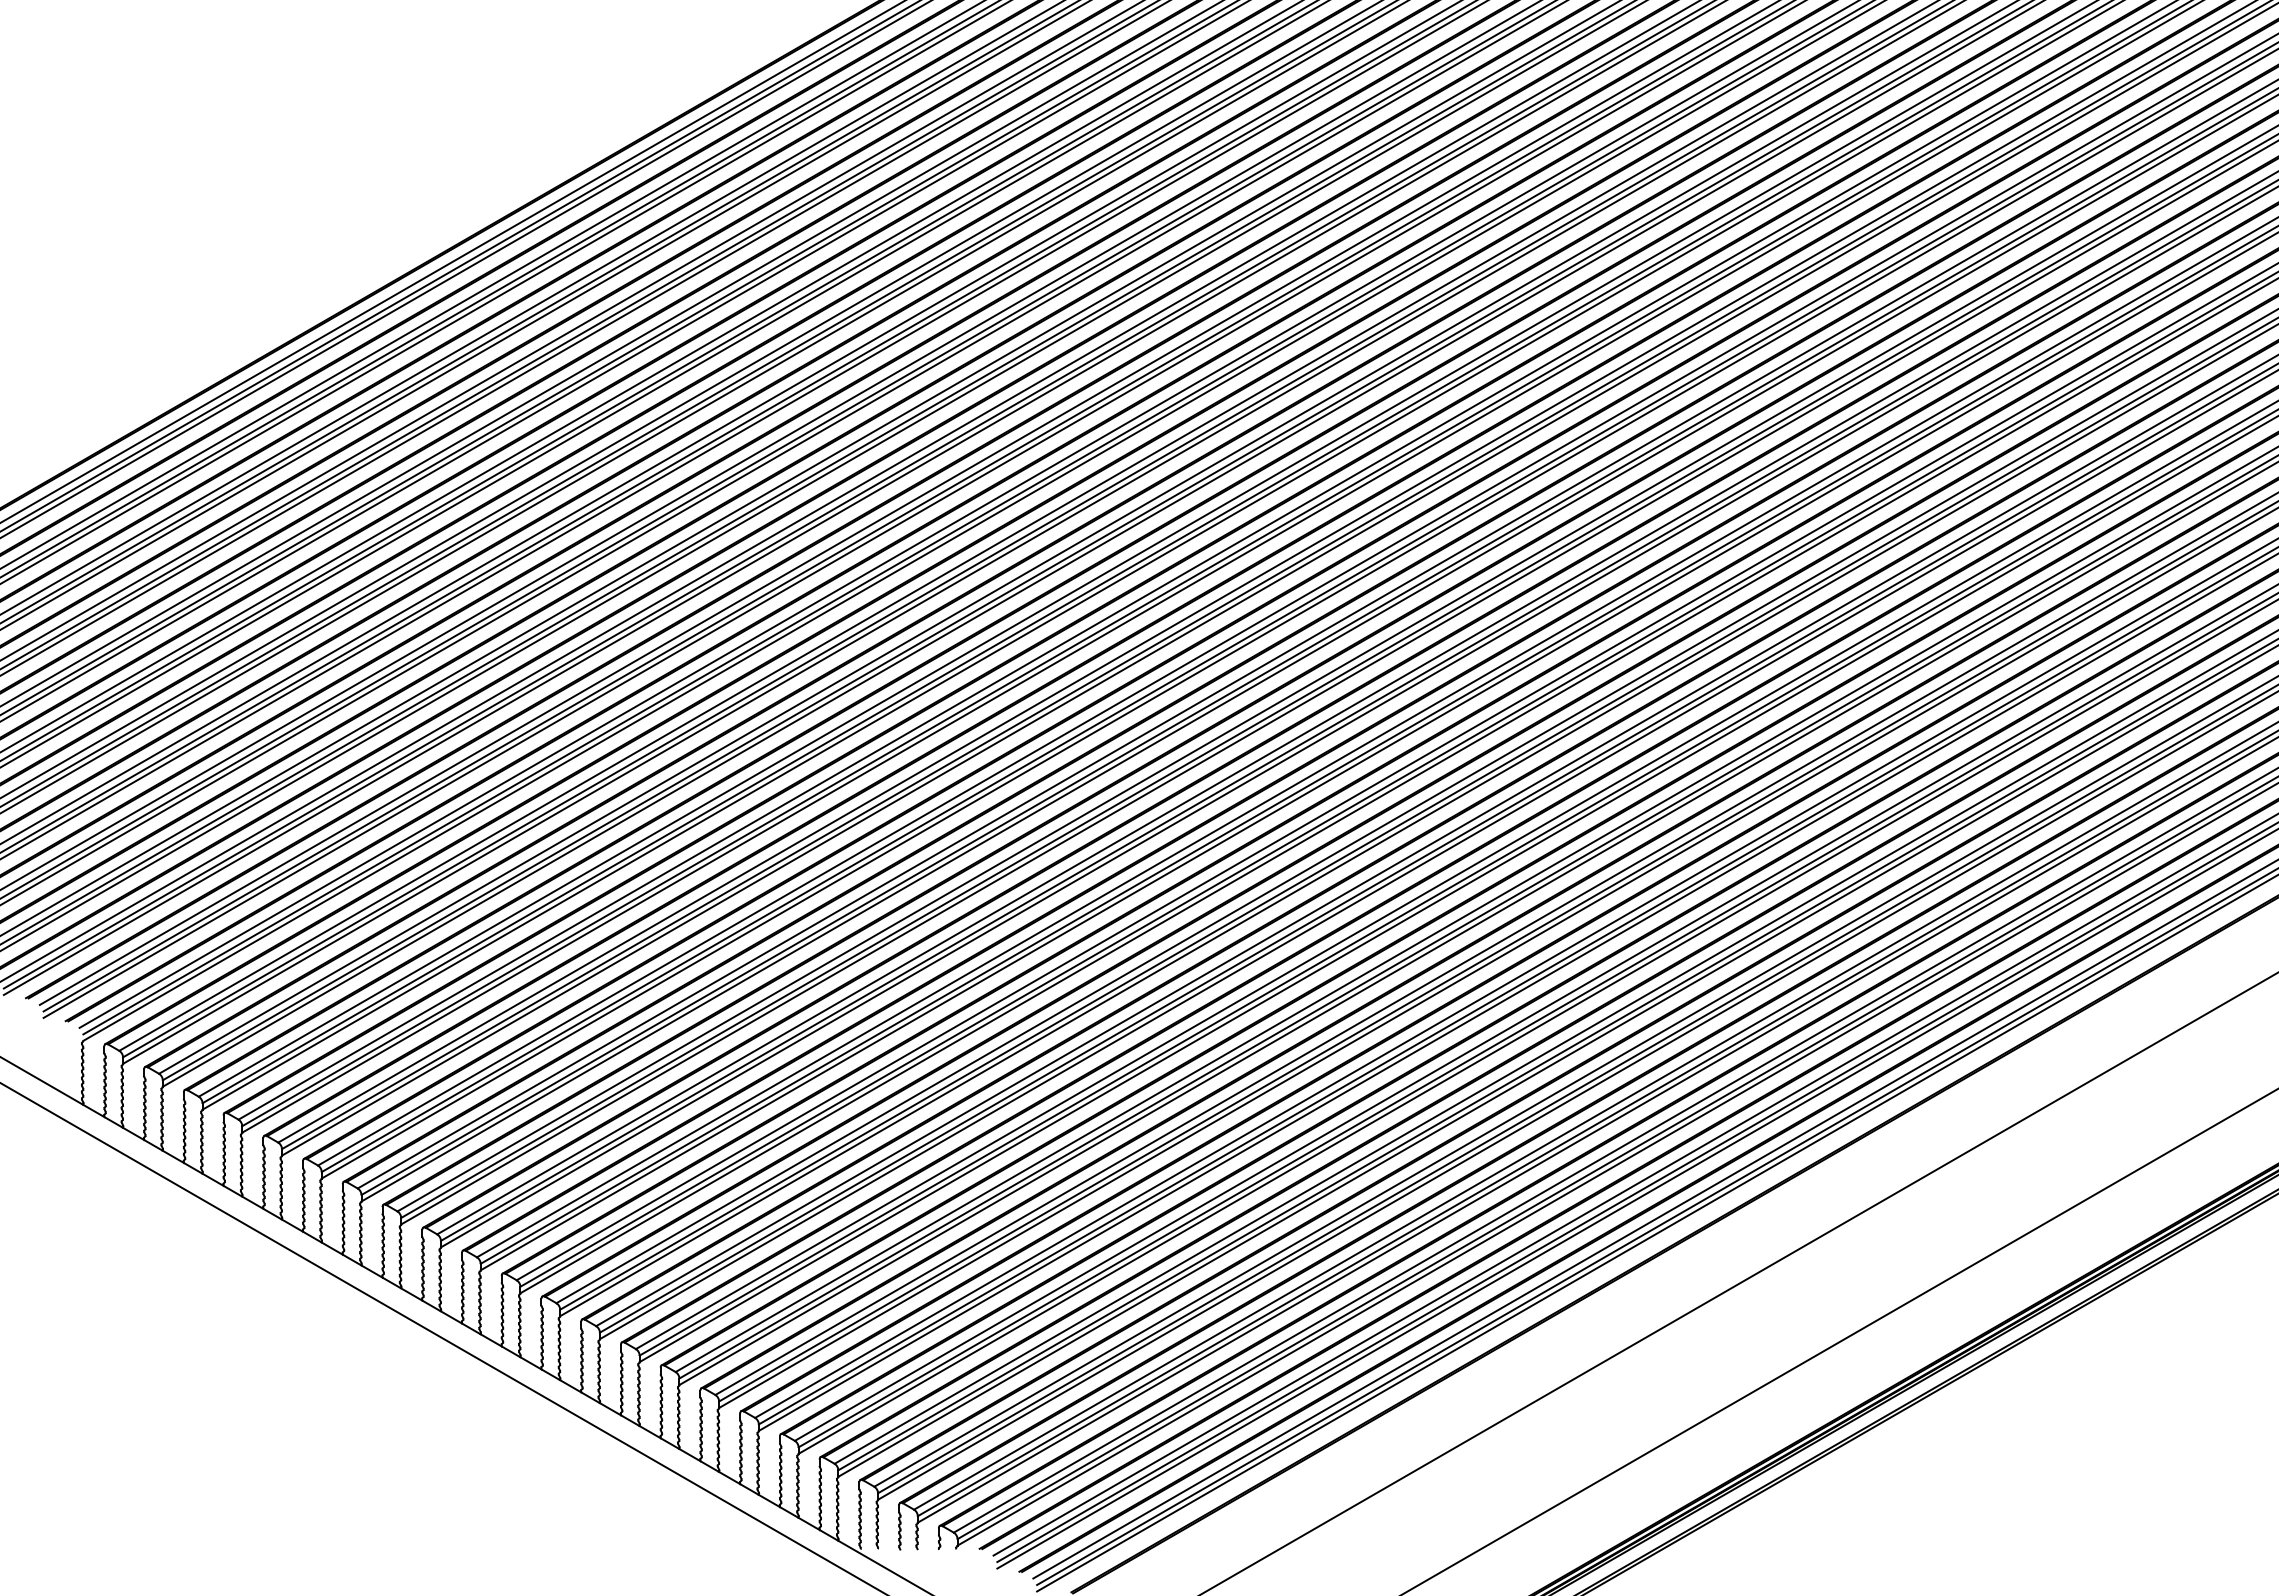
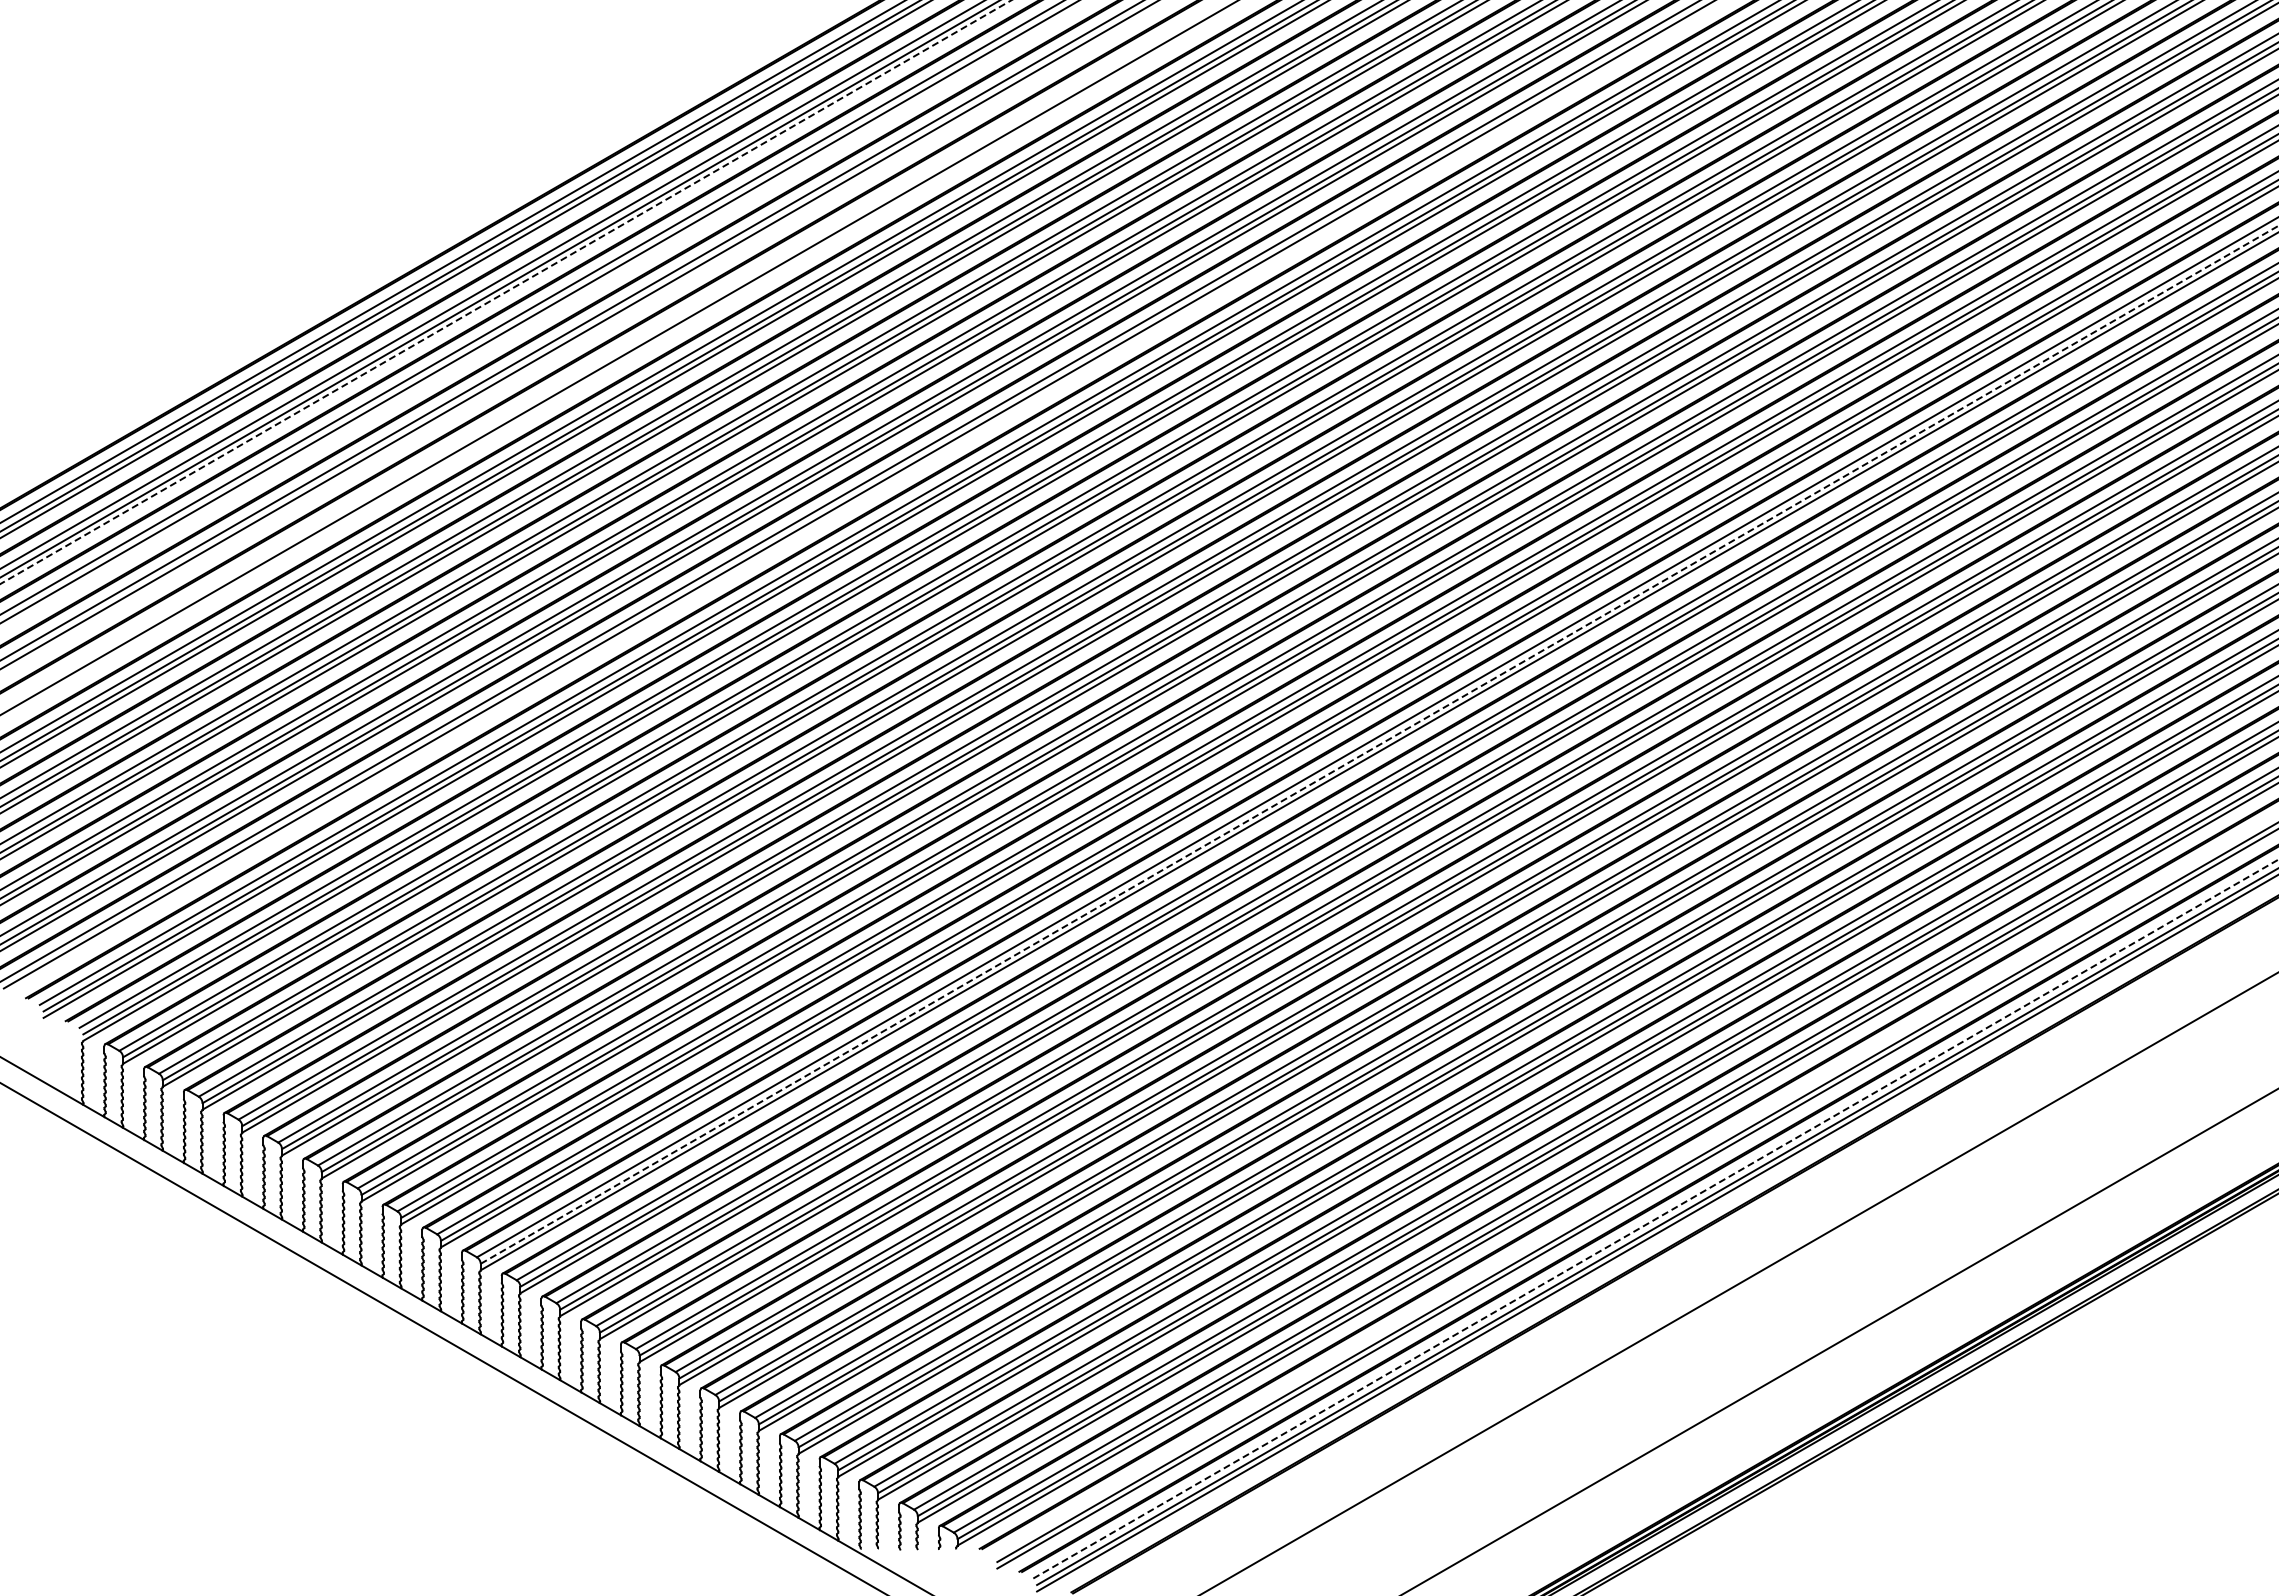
line at (506, 292): solid -> dashed
line at (544, 315): present -> none
line at (584, 338): present -> none
line at (611, 353): present -> none
line at (624, 361): present -> none
line at (863, 498): present -> none
line at (1379, 744): solid -> dashed
line at (1634, 1185): present -> none
line at (1655, 1219): solid -> dashed
